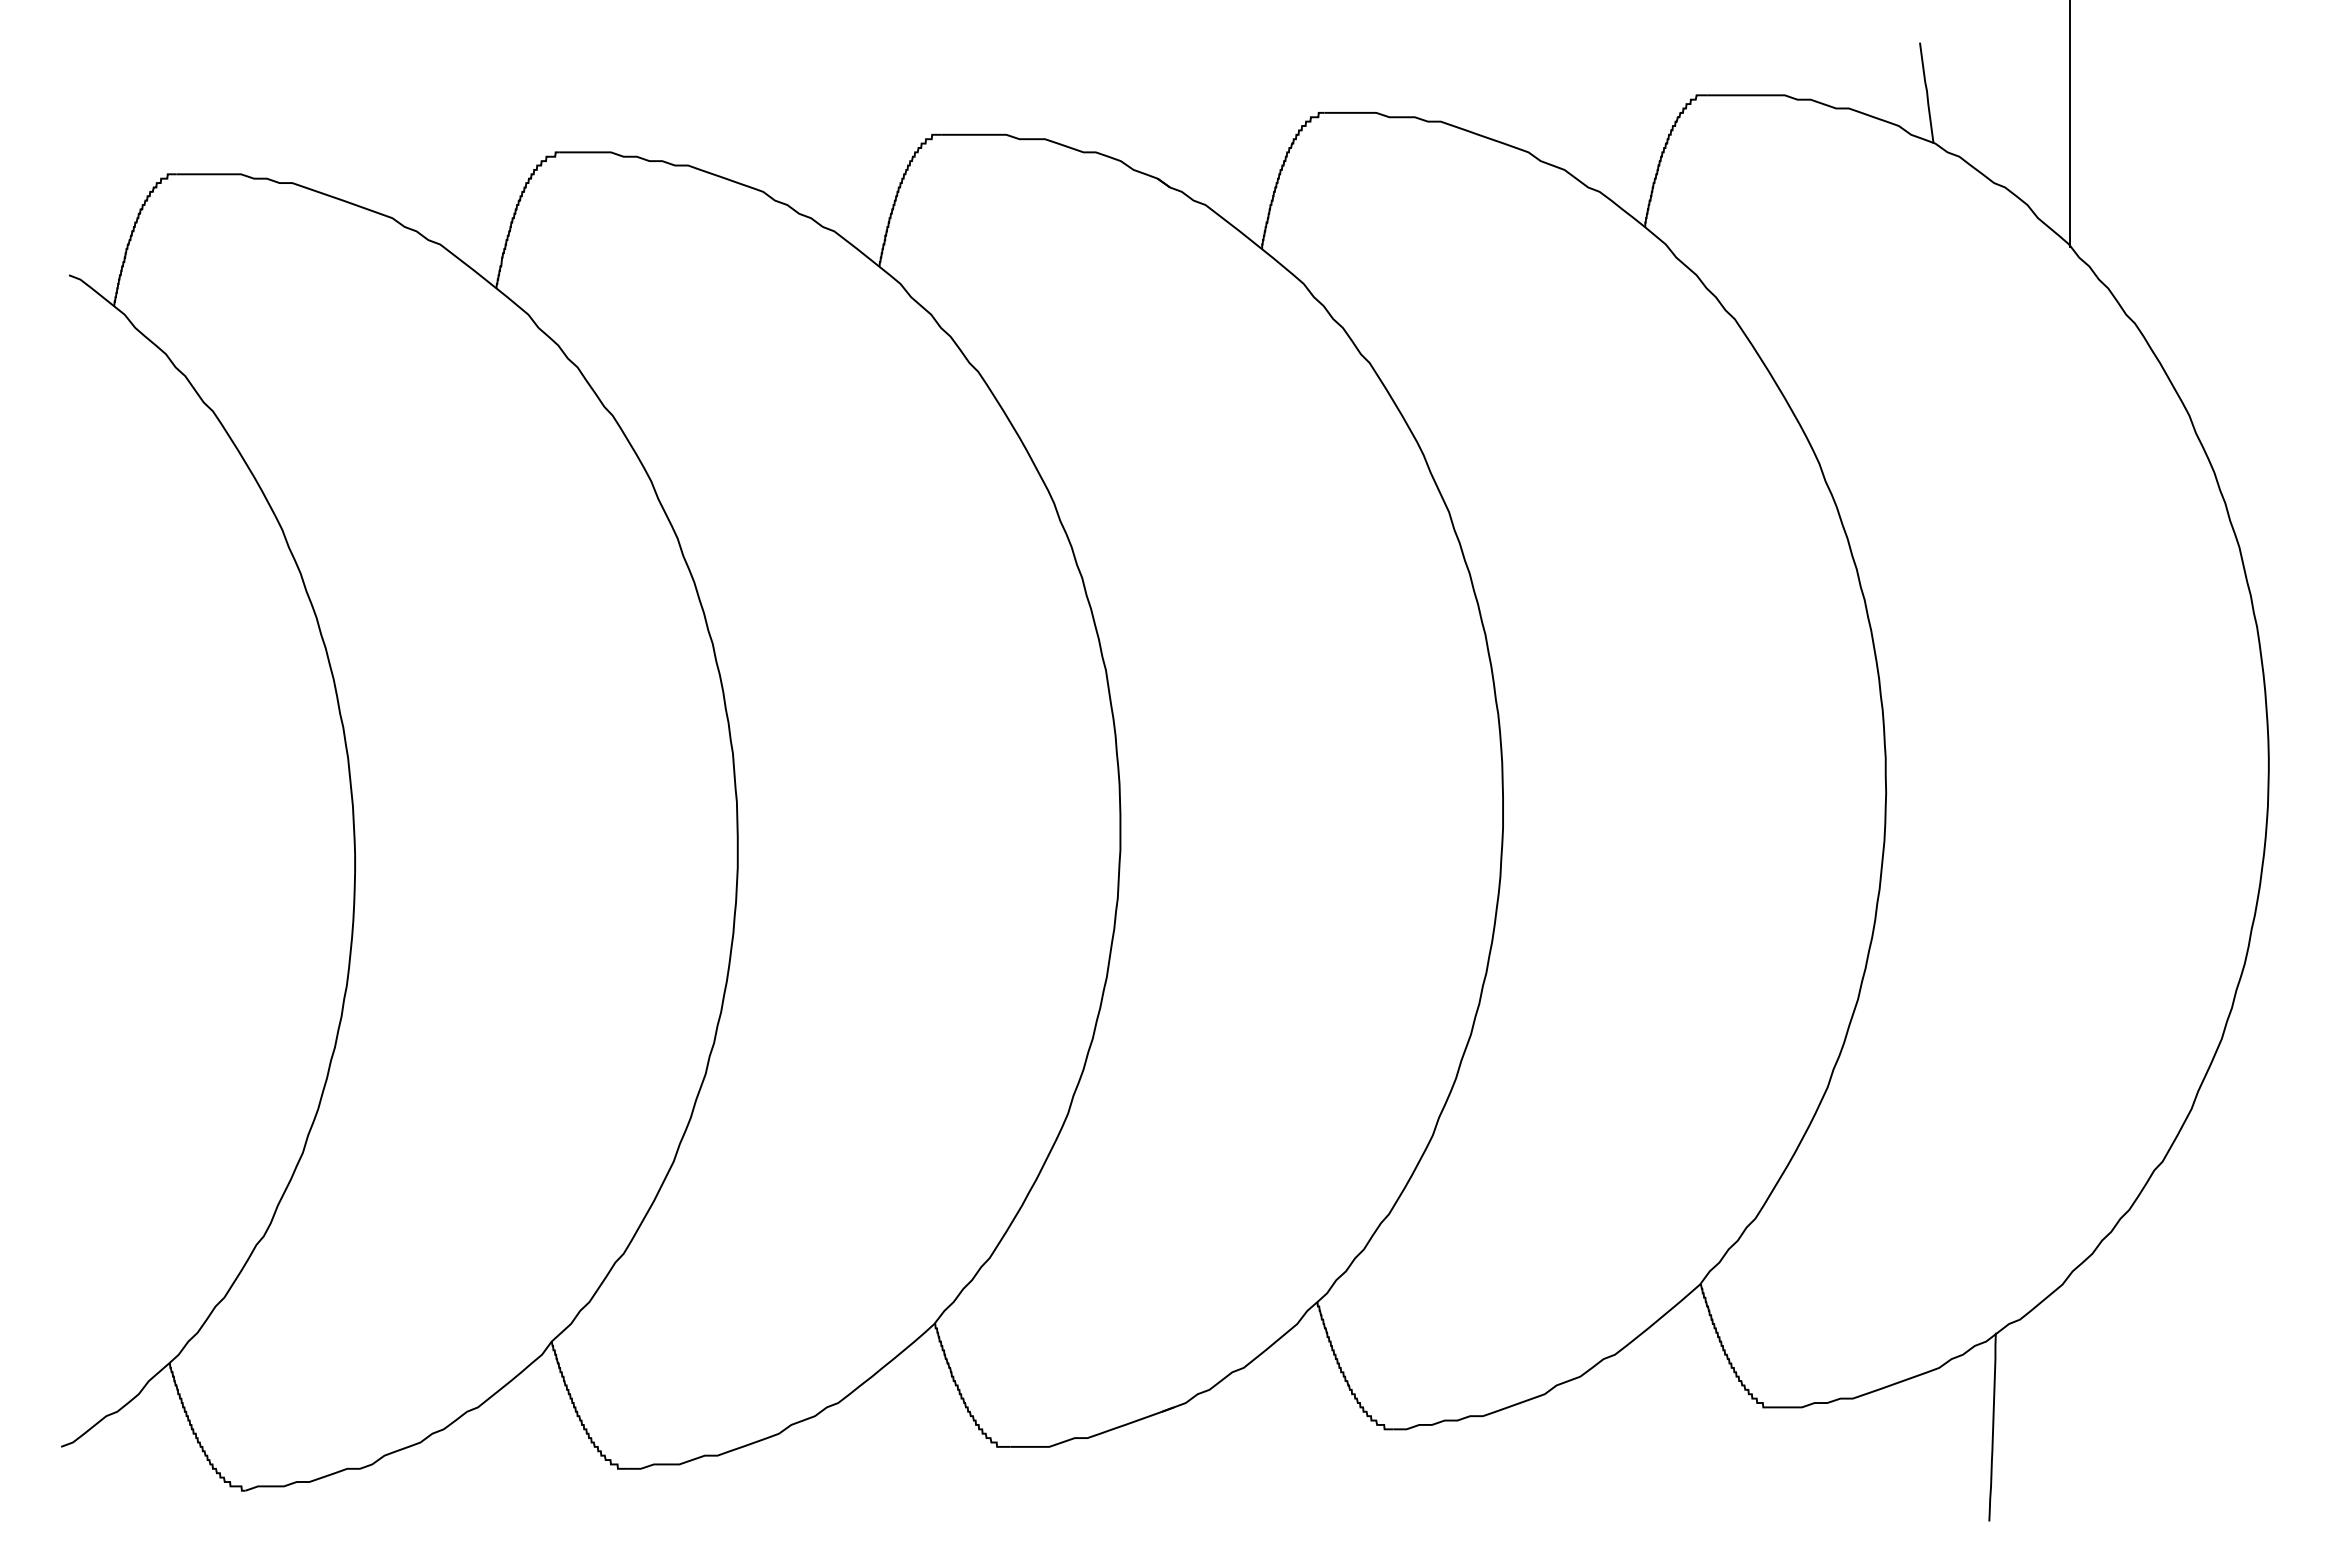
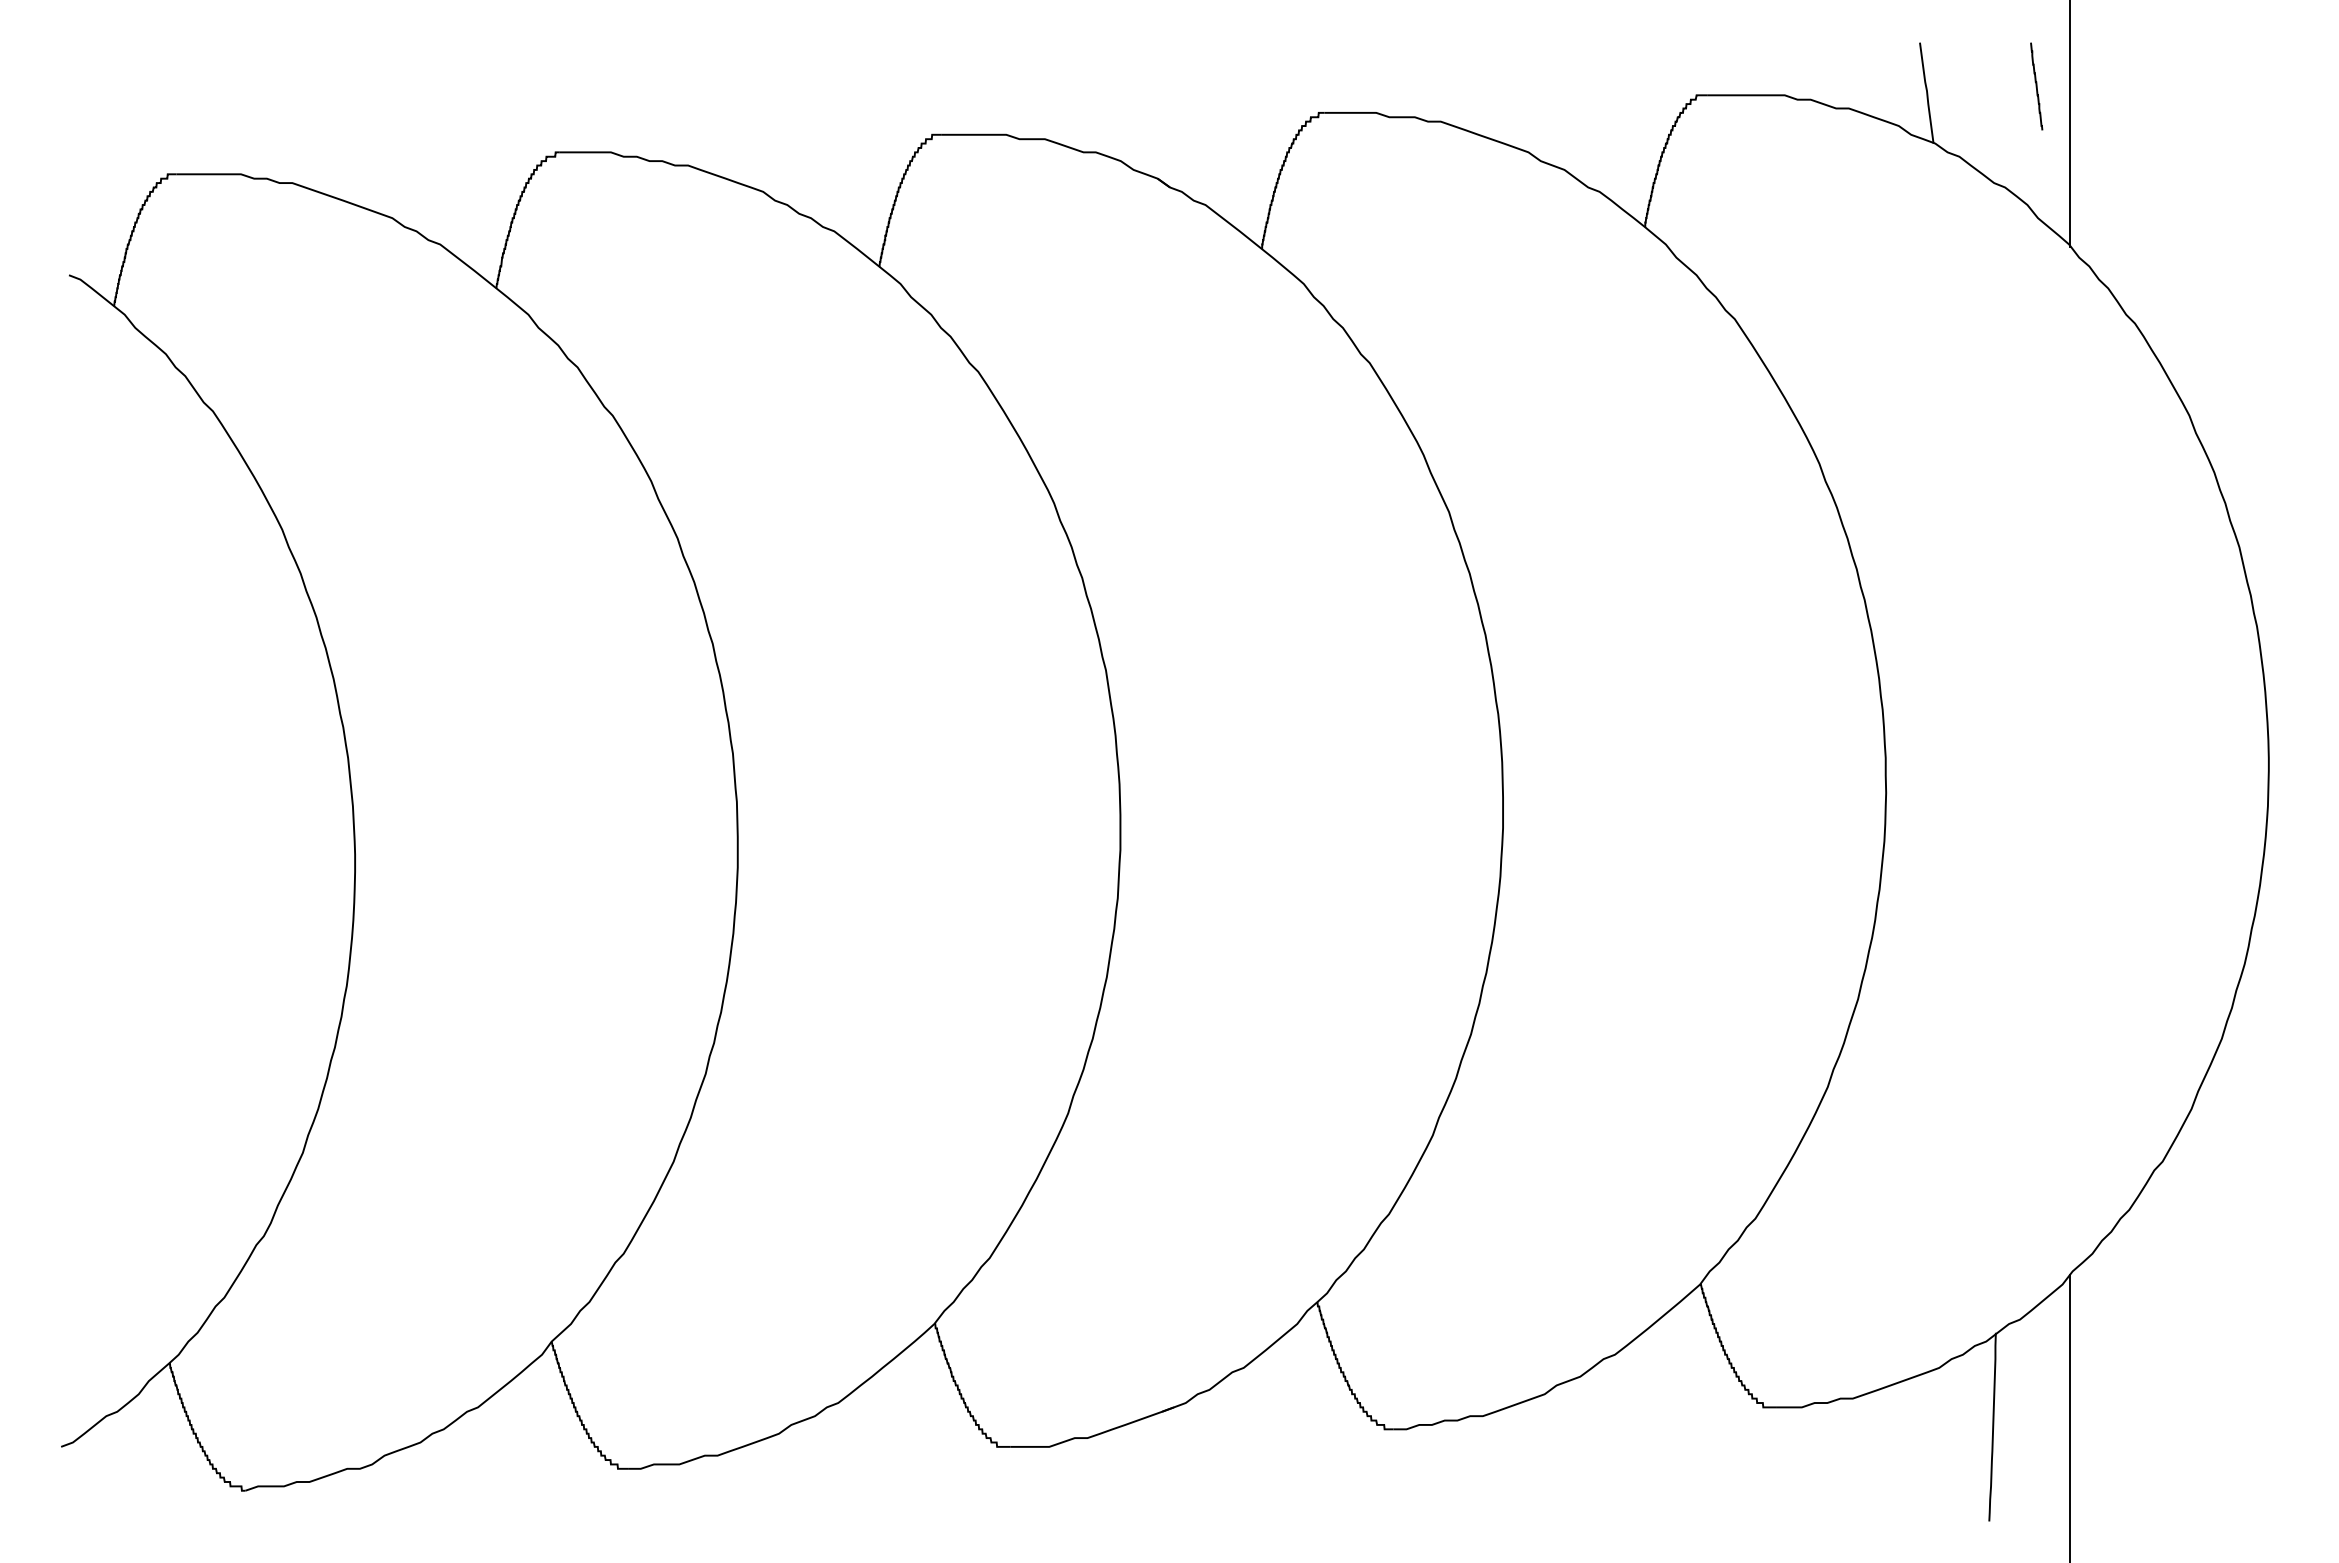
line at (2036, 86): none -> present
line at (2070, 1416): none -> present
